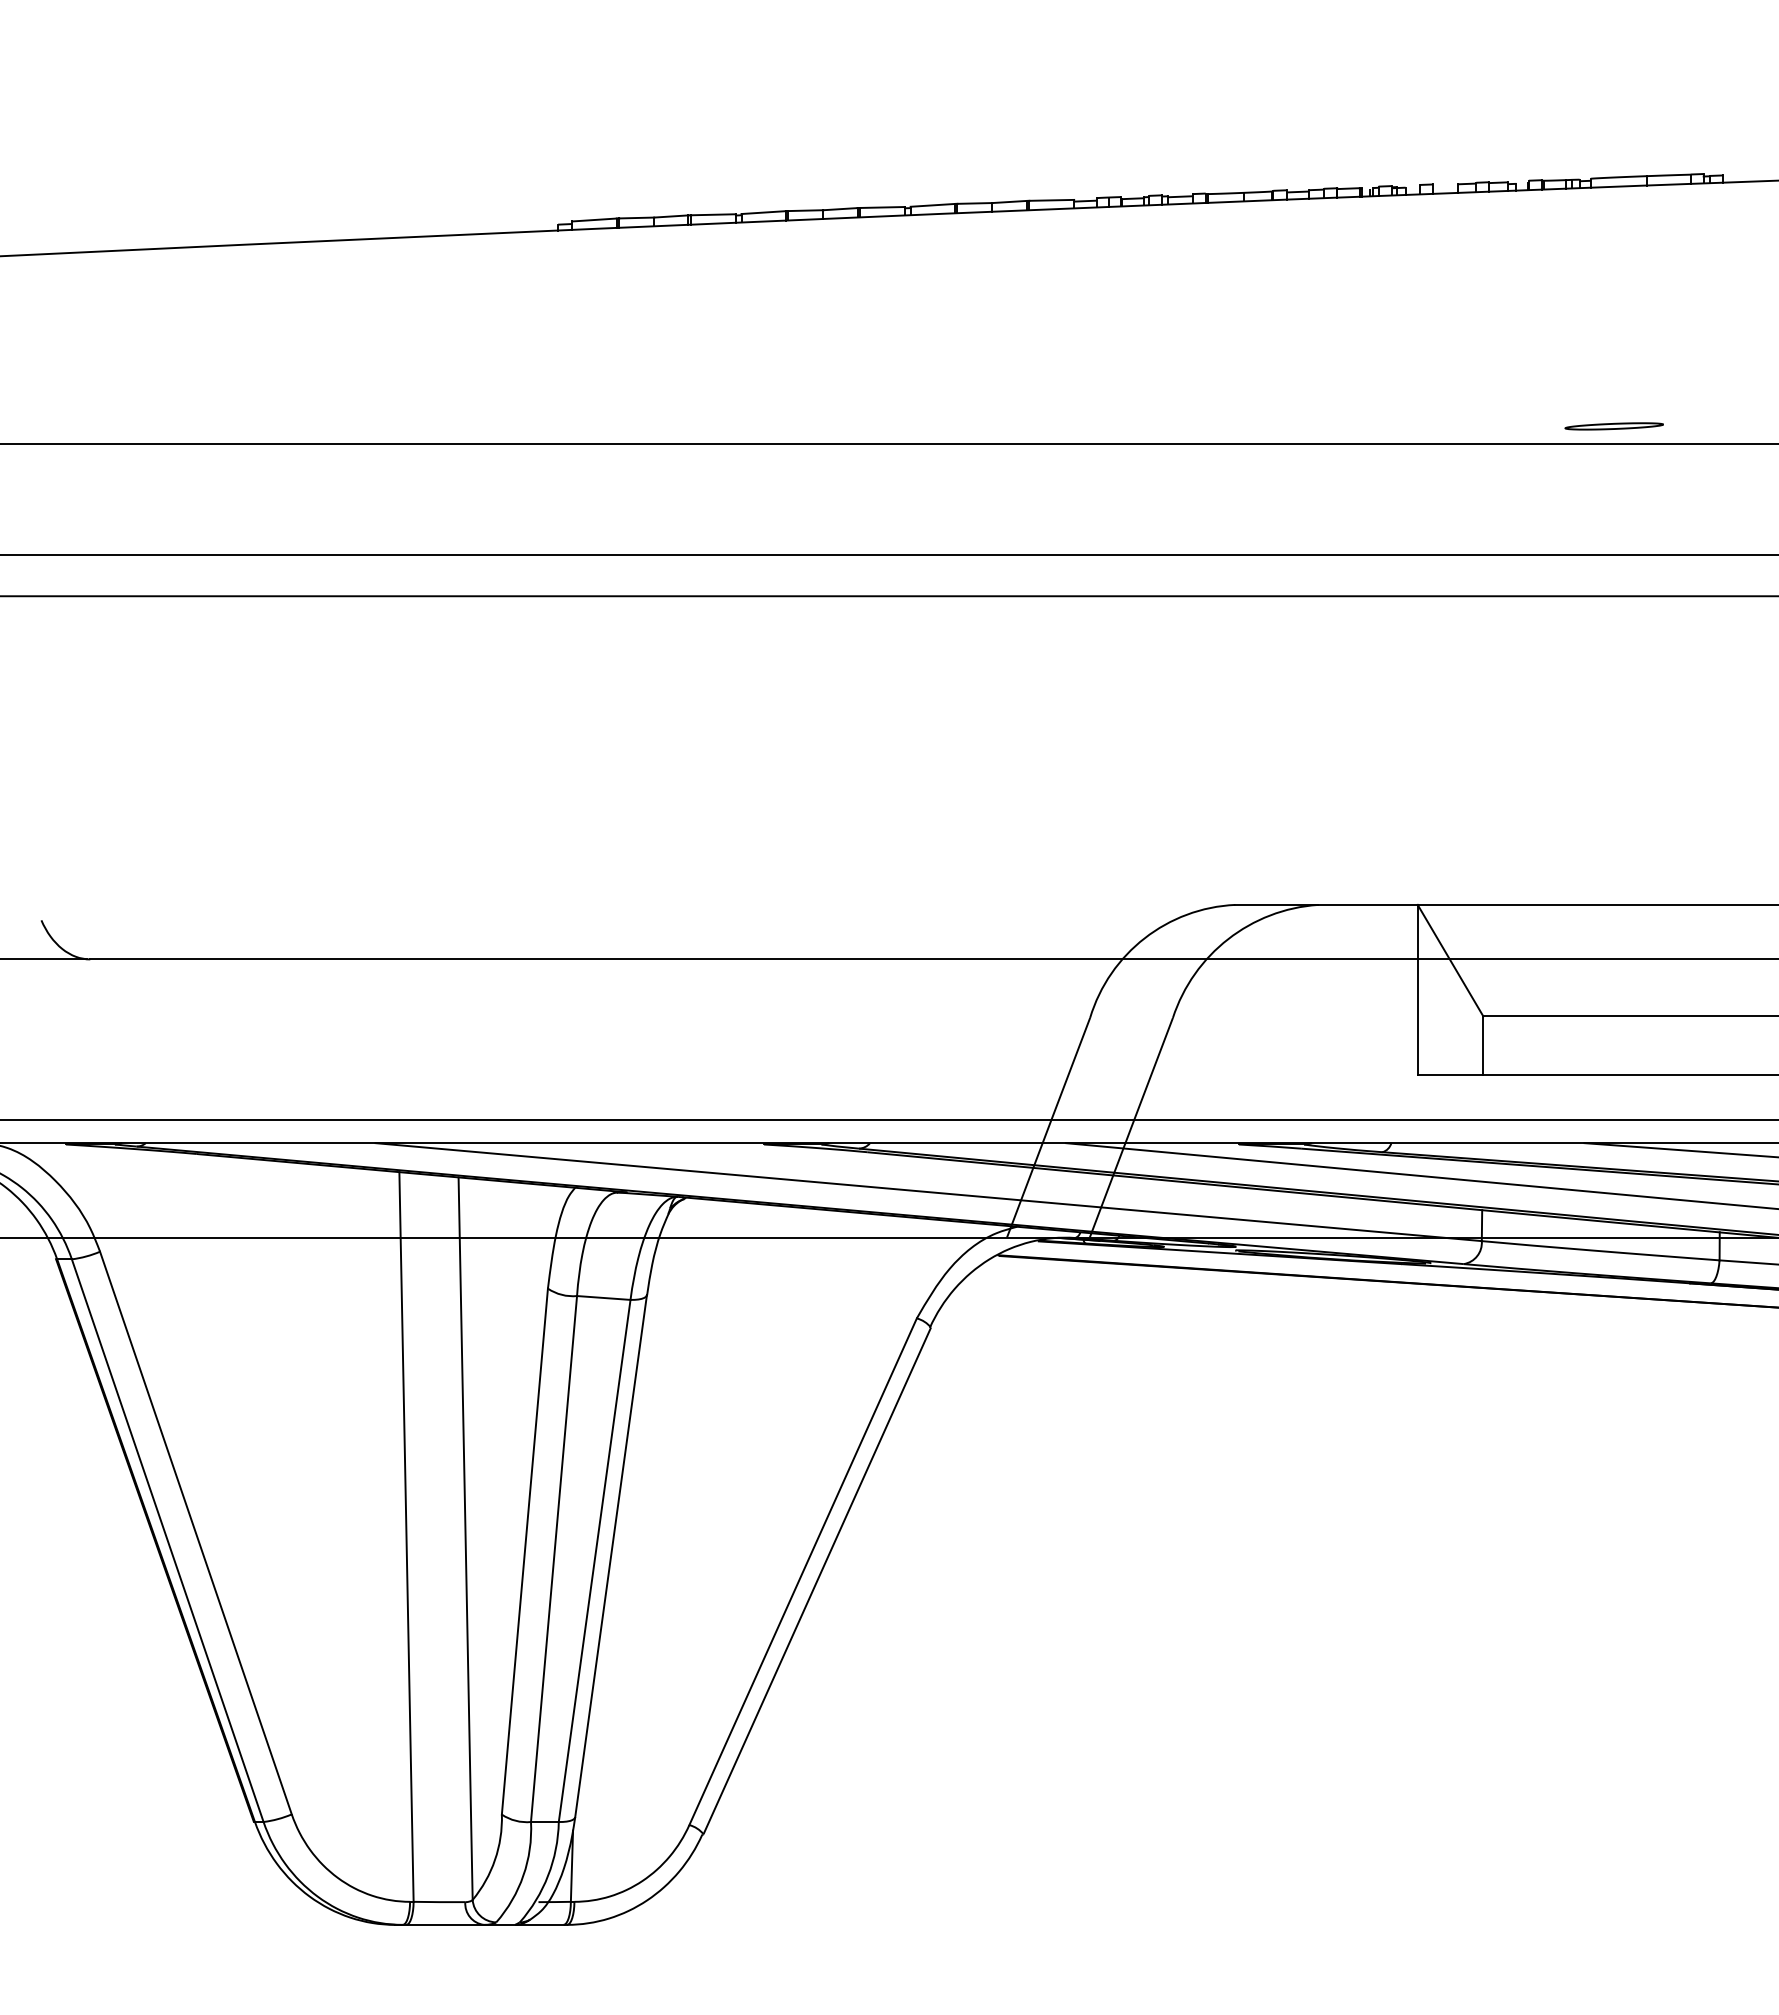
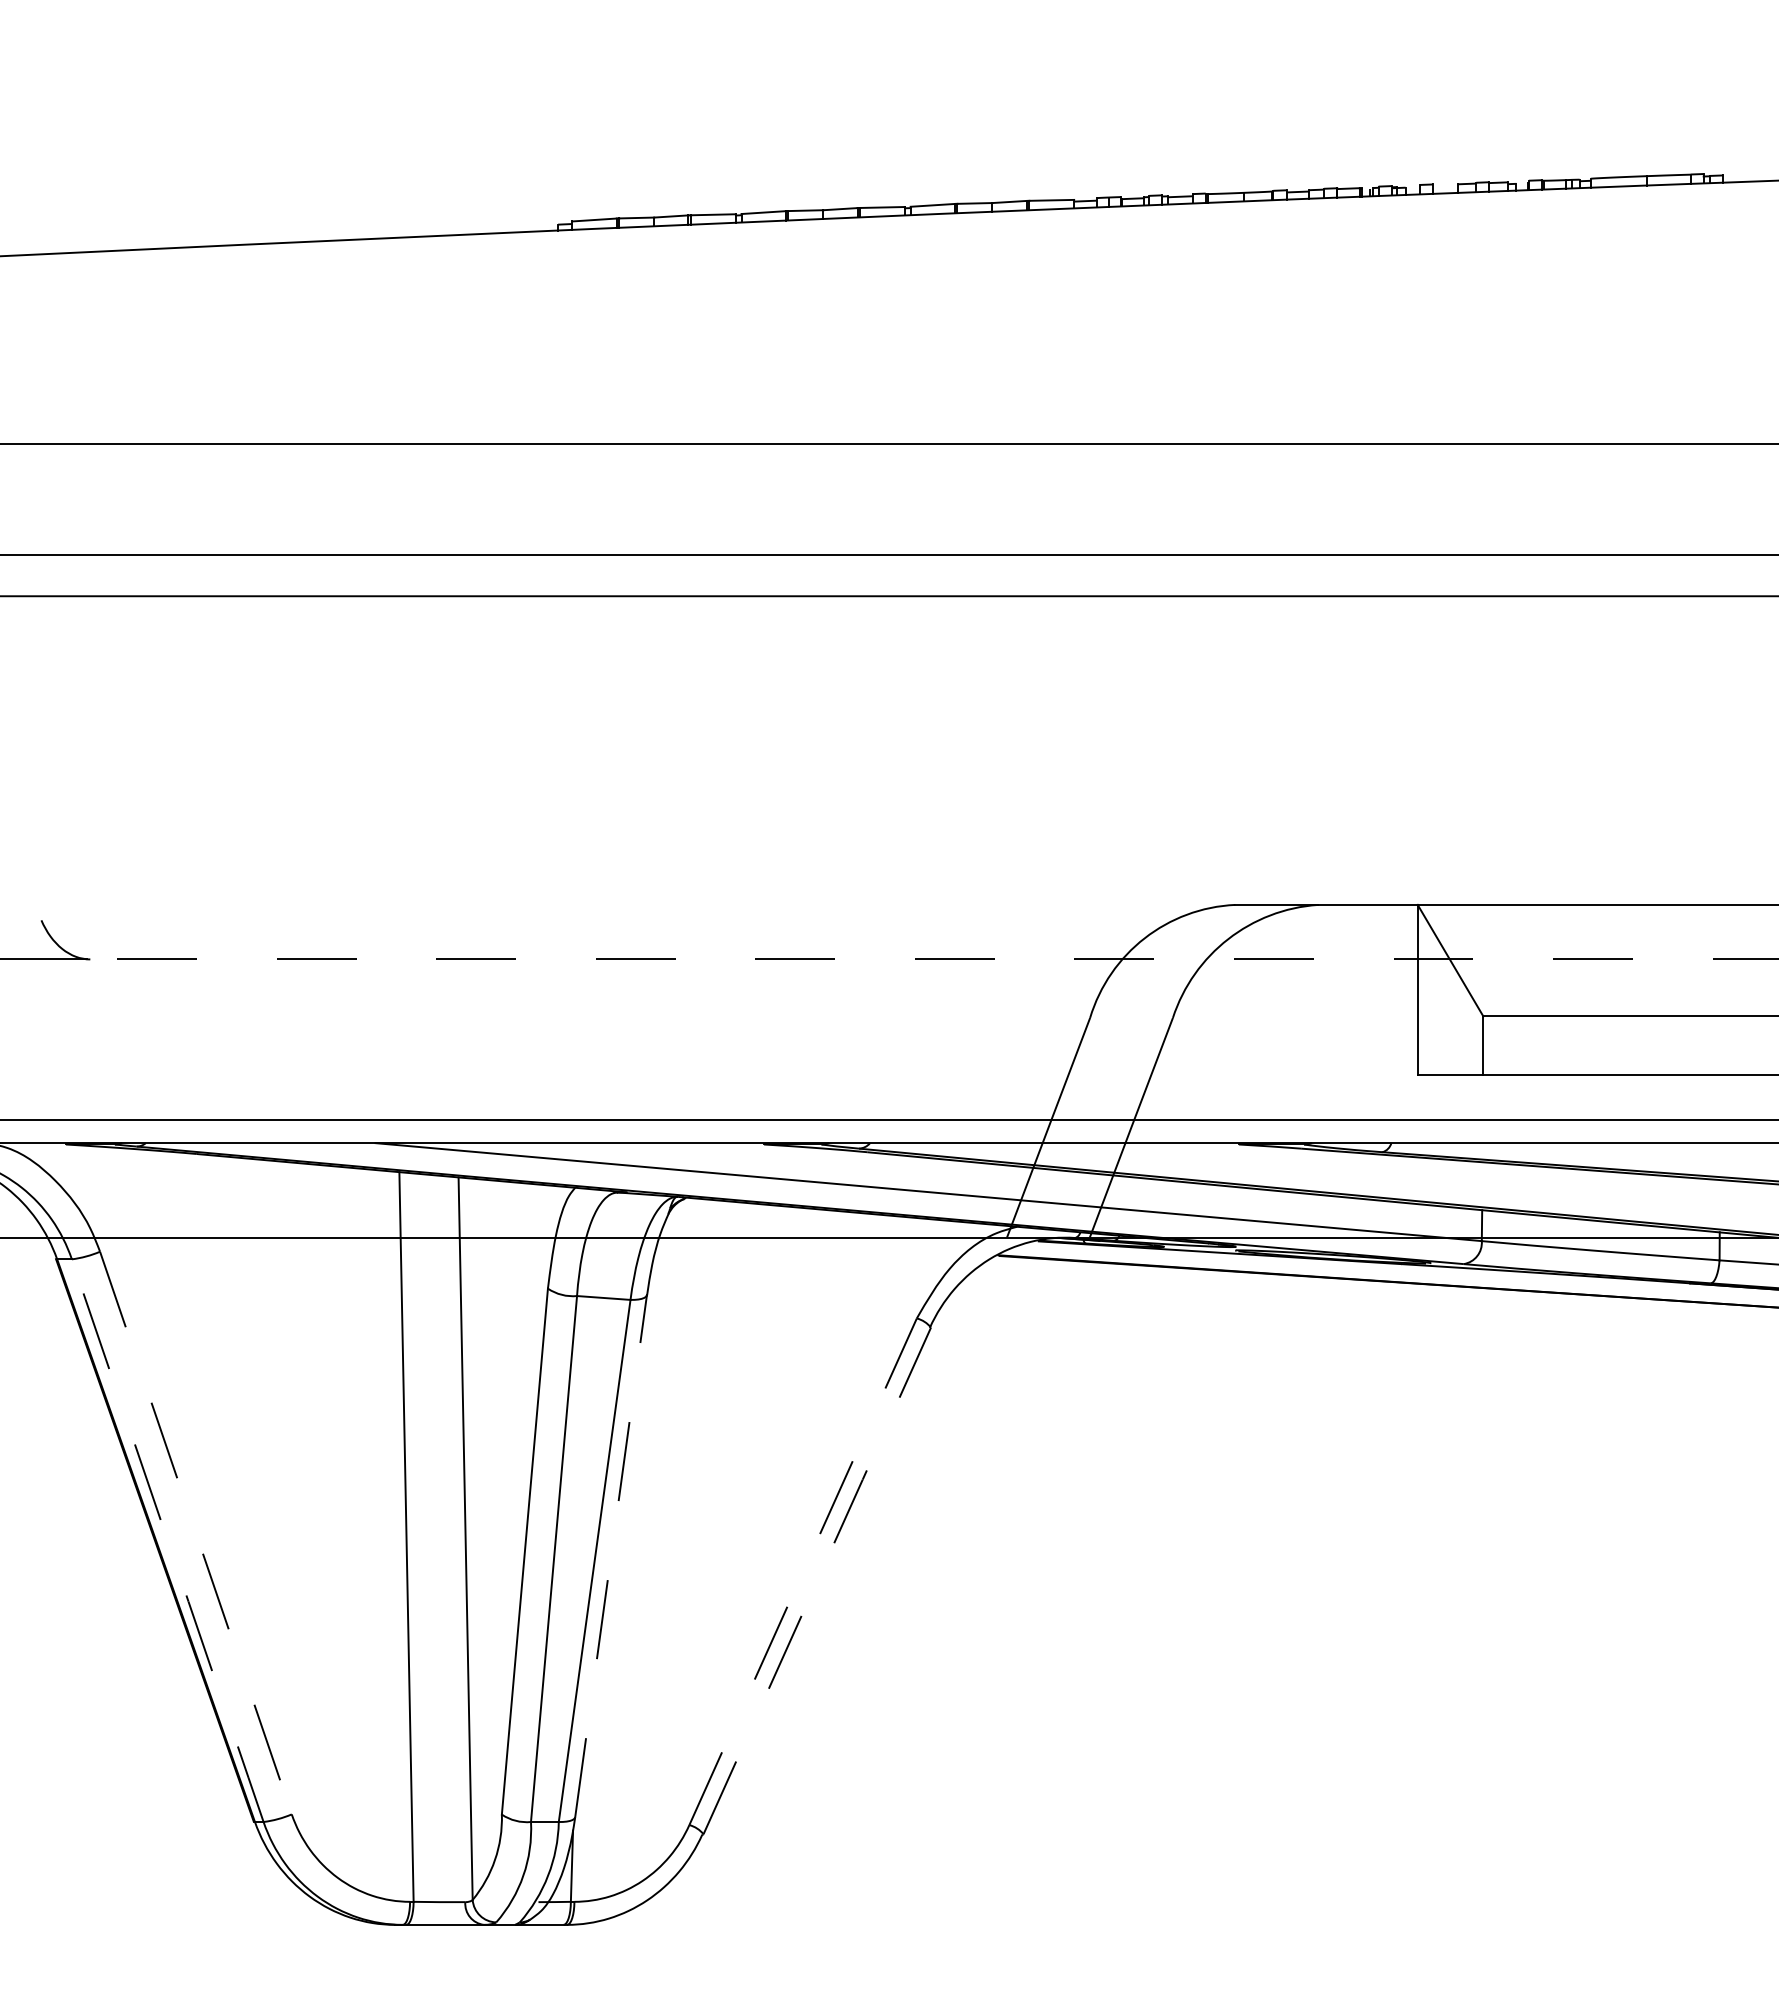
part at (1613, 426): present -> none
line at (934, 959): solid -> dashed
line at (1679, 1150): present -> none
line at (1420, 1175): present -> none
line at (196, 1533): solid -> dashed
line at (168, 1542): solid -> dashed
line at (611, 1556): solid -> dashed
line at (803, 1571): solid -> dashed
line at (817, 1579): solid -> dashed
